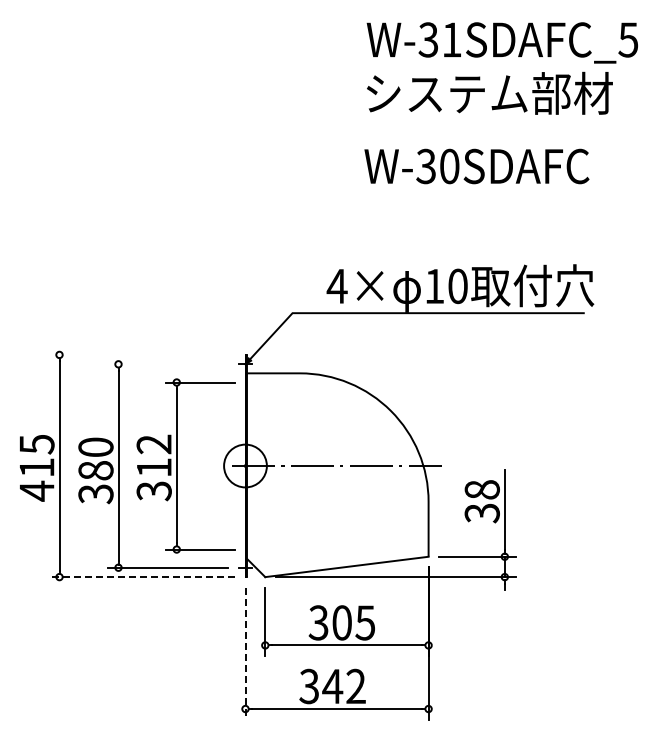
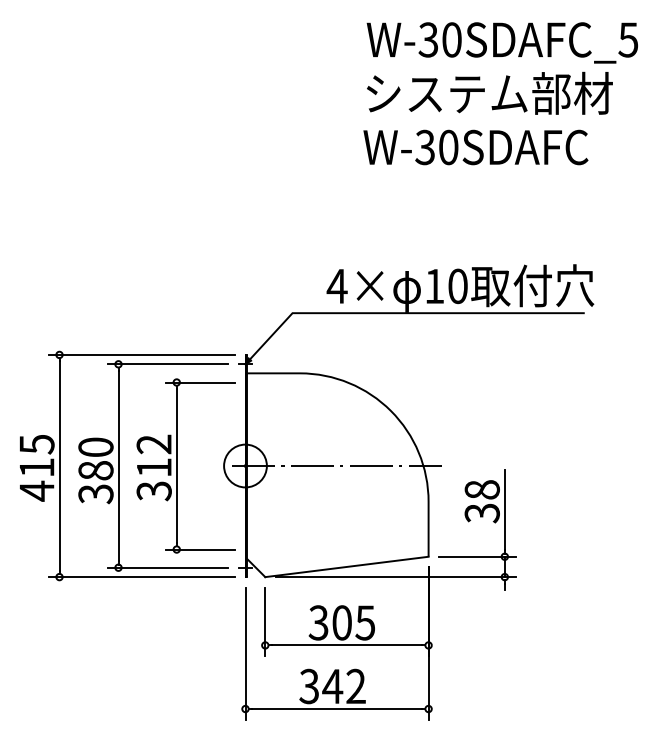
text at (451, 39): W-31SDAFC_5 -> W-30SDAFC_5
text at (476, 166) position: (476, 166) -> (475, 147)
line at (141, 354): none -> present
line at (167, 364): none -> present
line at (141, 577): dashed -> solid
line at (245, 653): dashed -> solid
